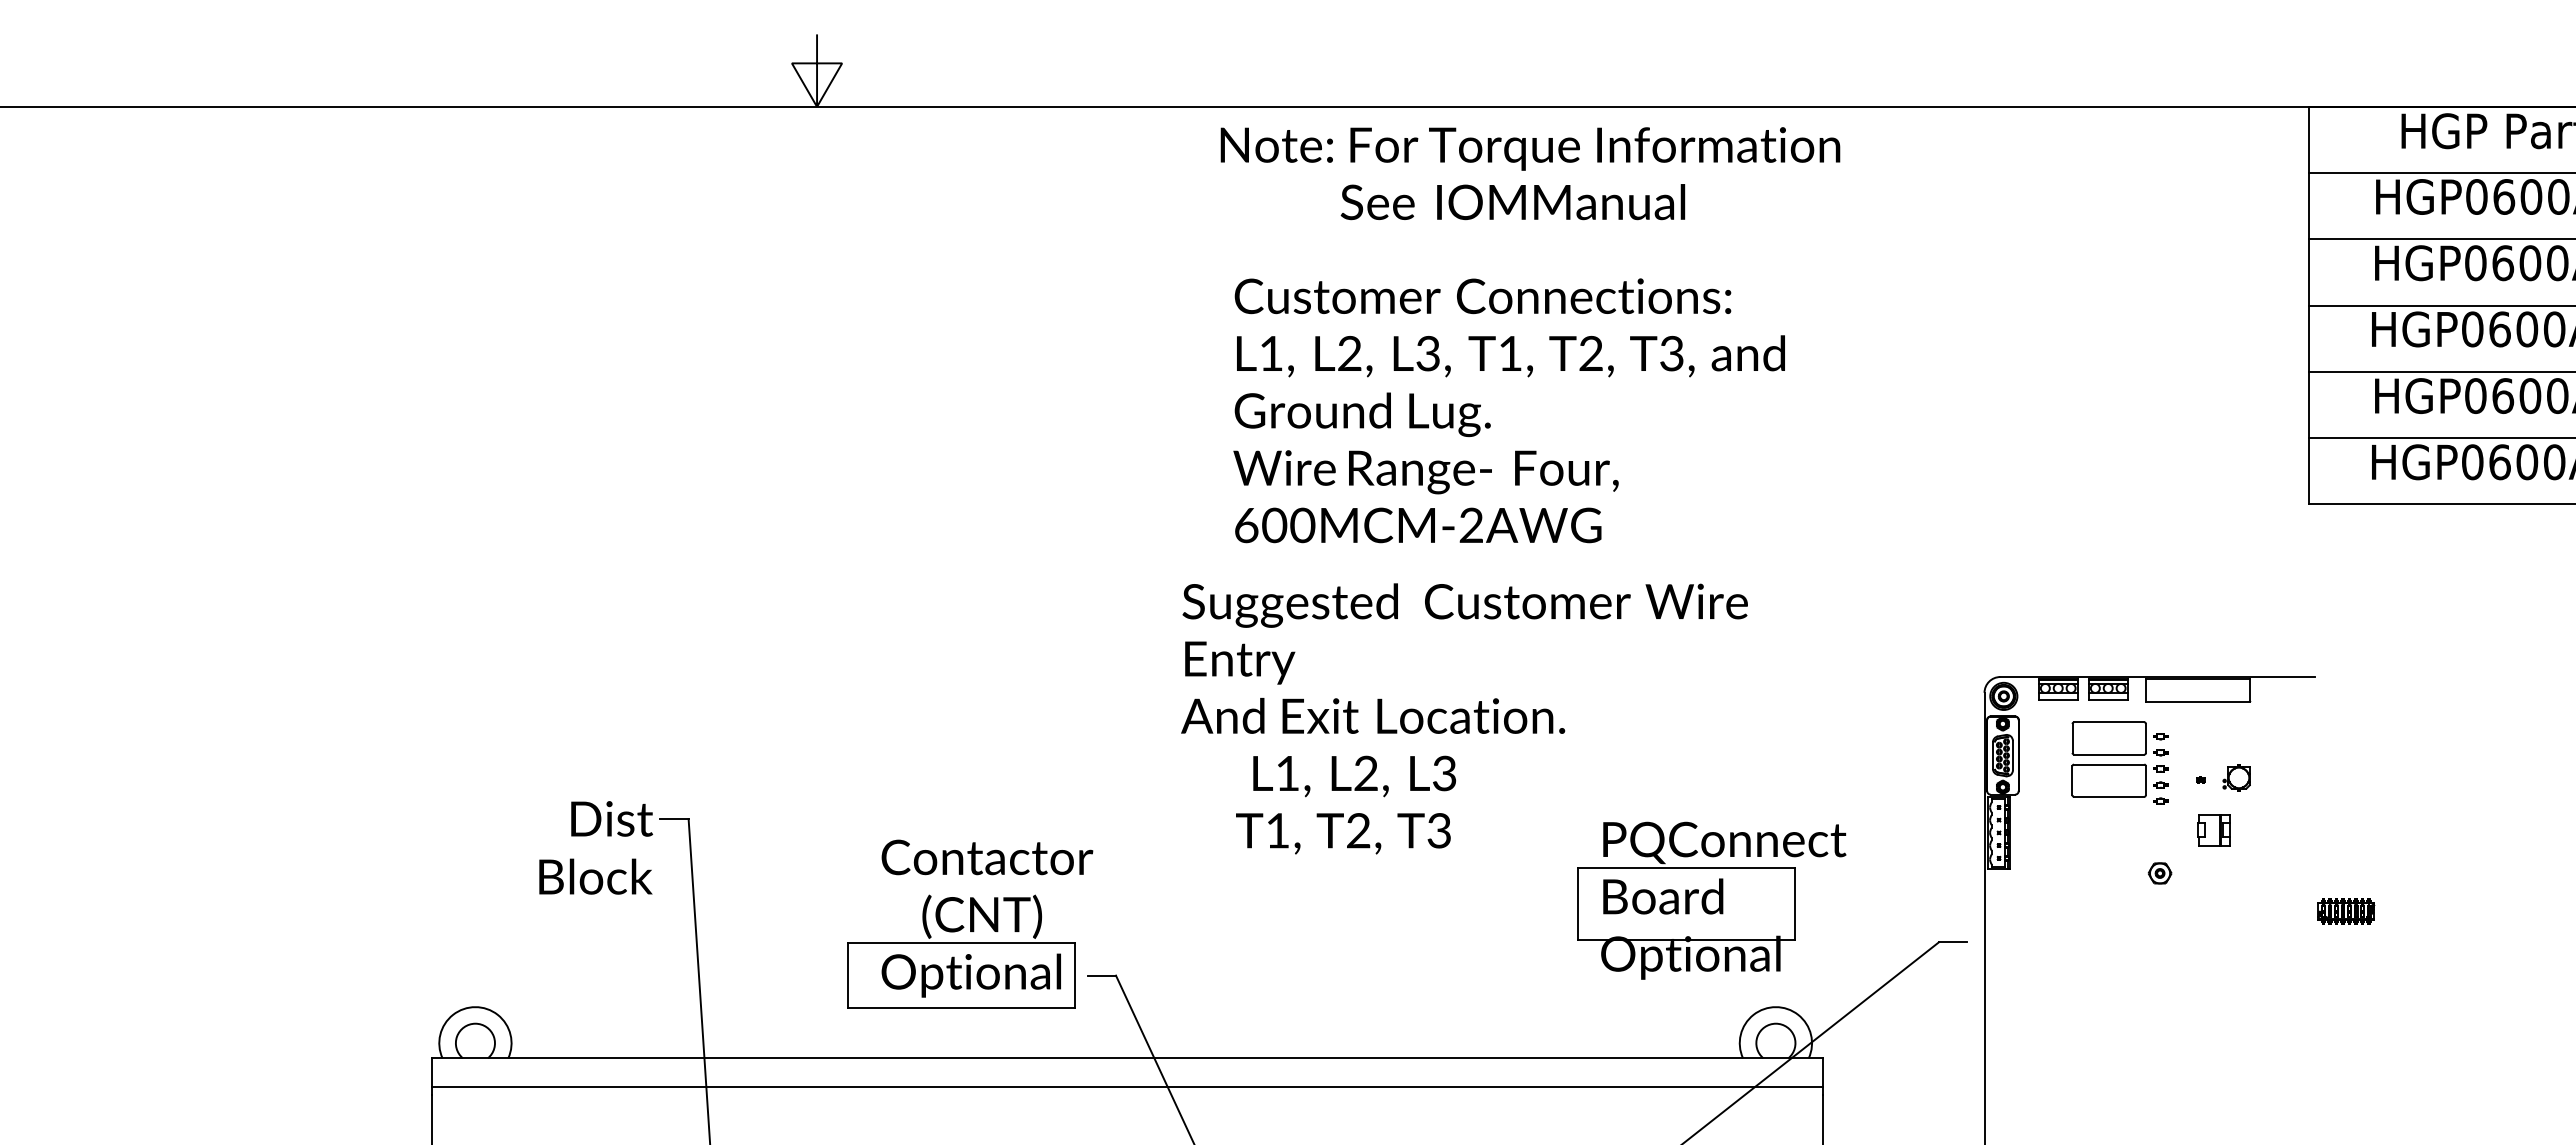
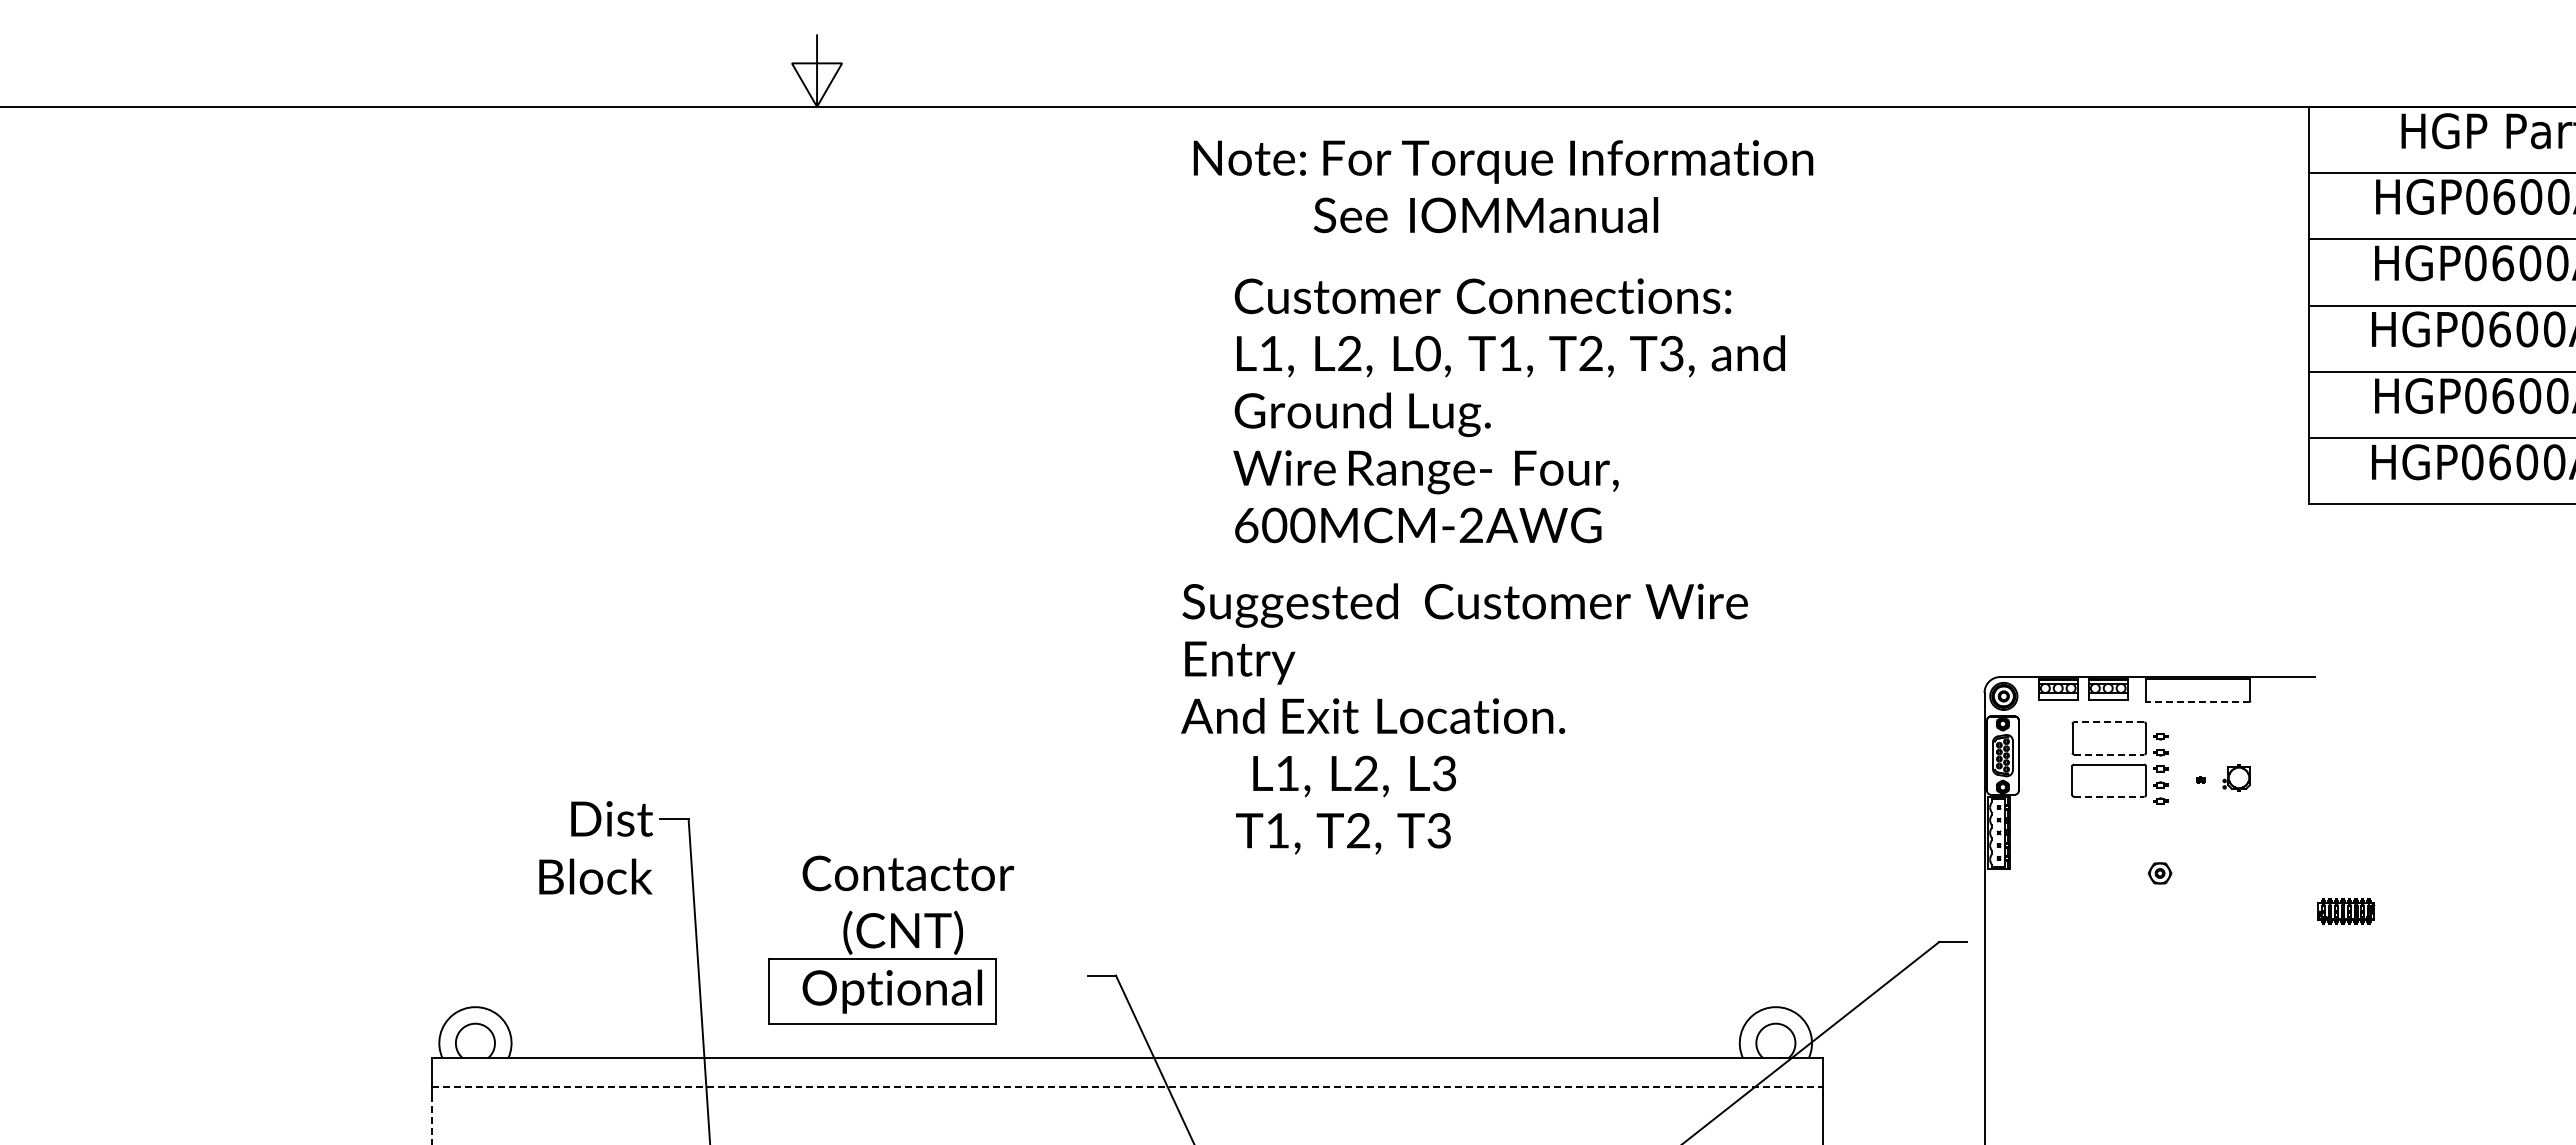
text at (1530, 173) position: (1530, 173) -> (1503, 186)
text at (1427, 353): L3, -> L0,
line at (2197, 701): solid -> dashed
line at (2108, 722): solid -> dashed
line at (2109, 754): solid -> dashed
line at (2109, 796): solid -> dashed
part at (2213, 830): present -> none
part at (1711, 900): present -> none
part at (970, 923) position: (970, 923) -> (891, 939)
line at (1127, 1087): solid -> dashed
line at (431, 1120): solid -> dashed
